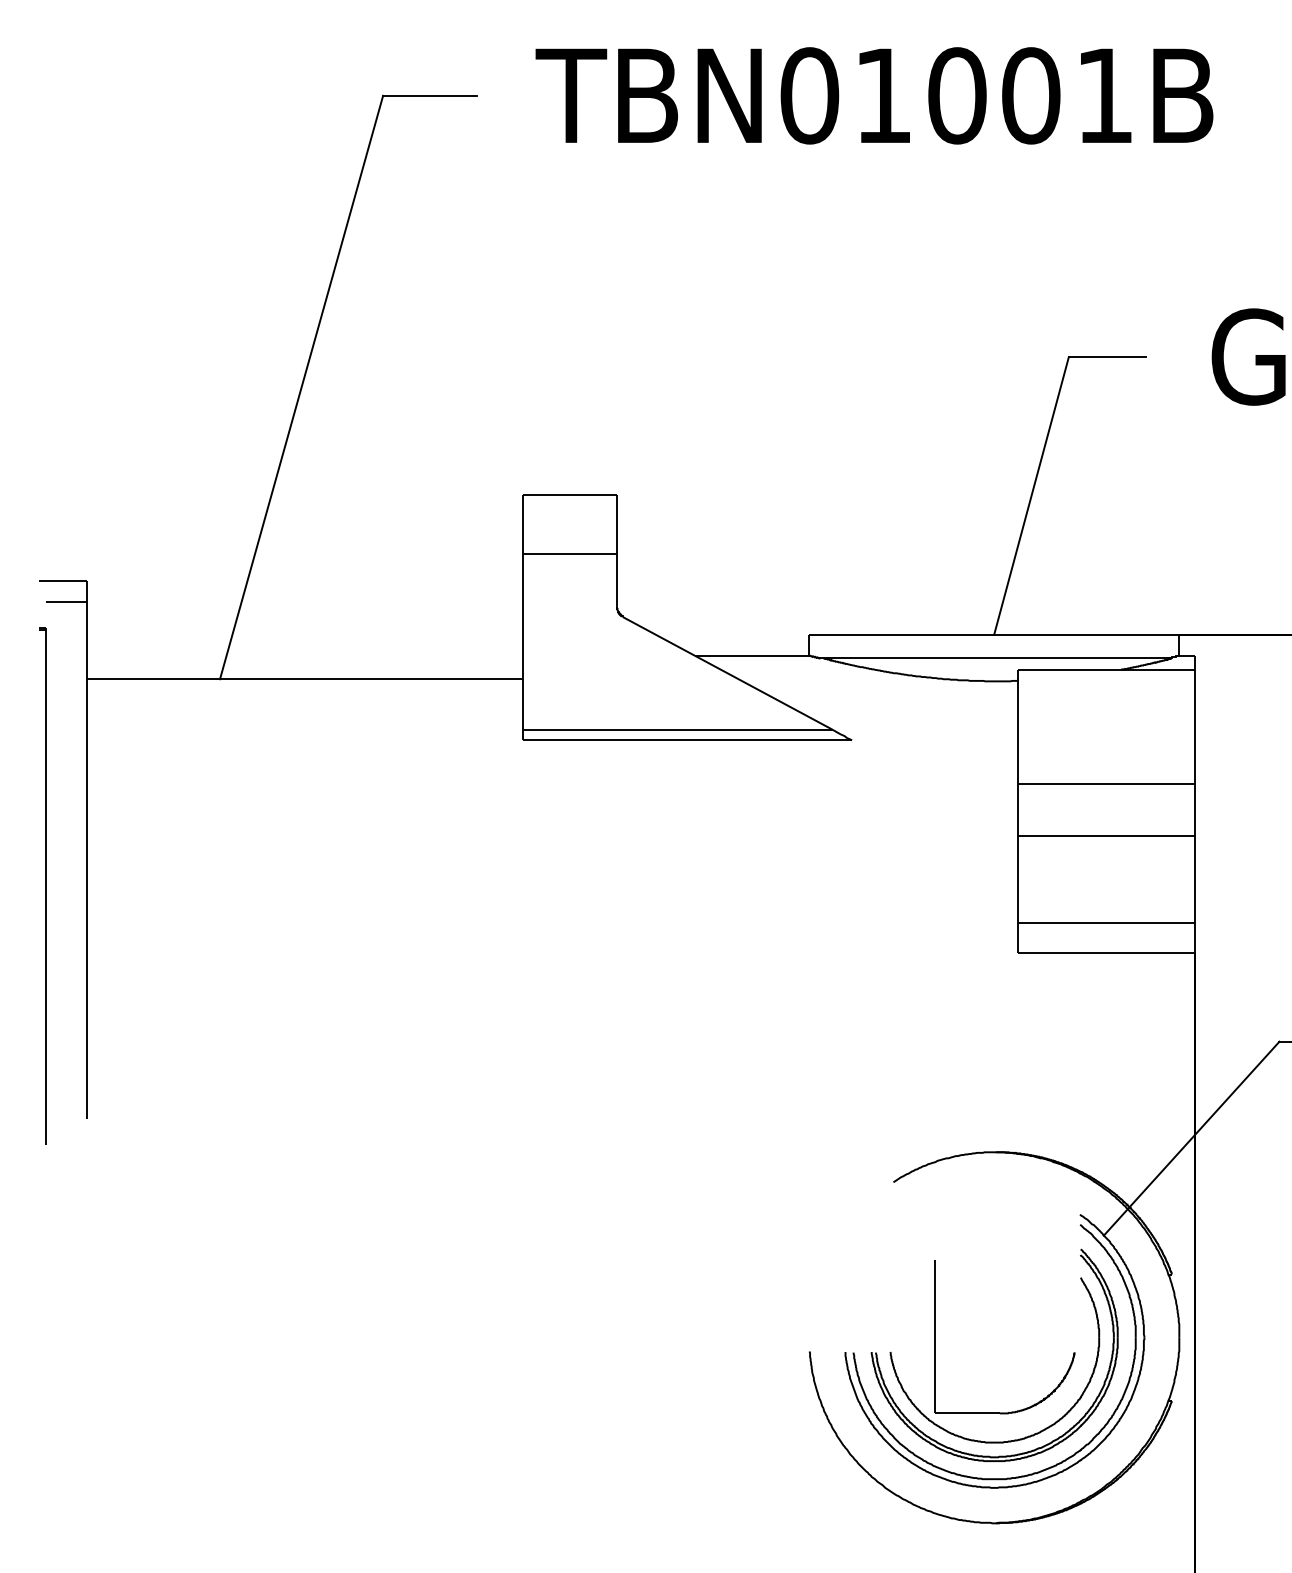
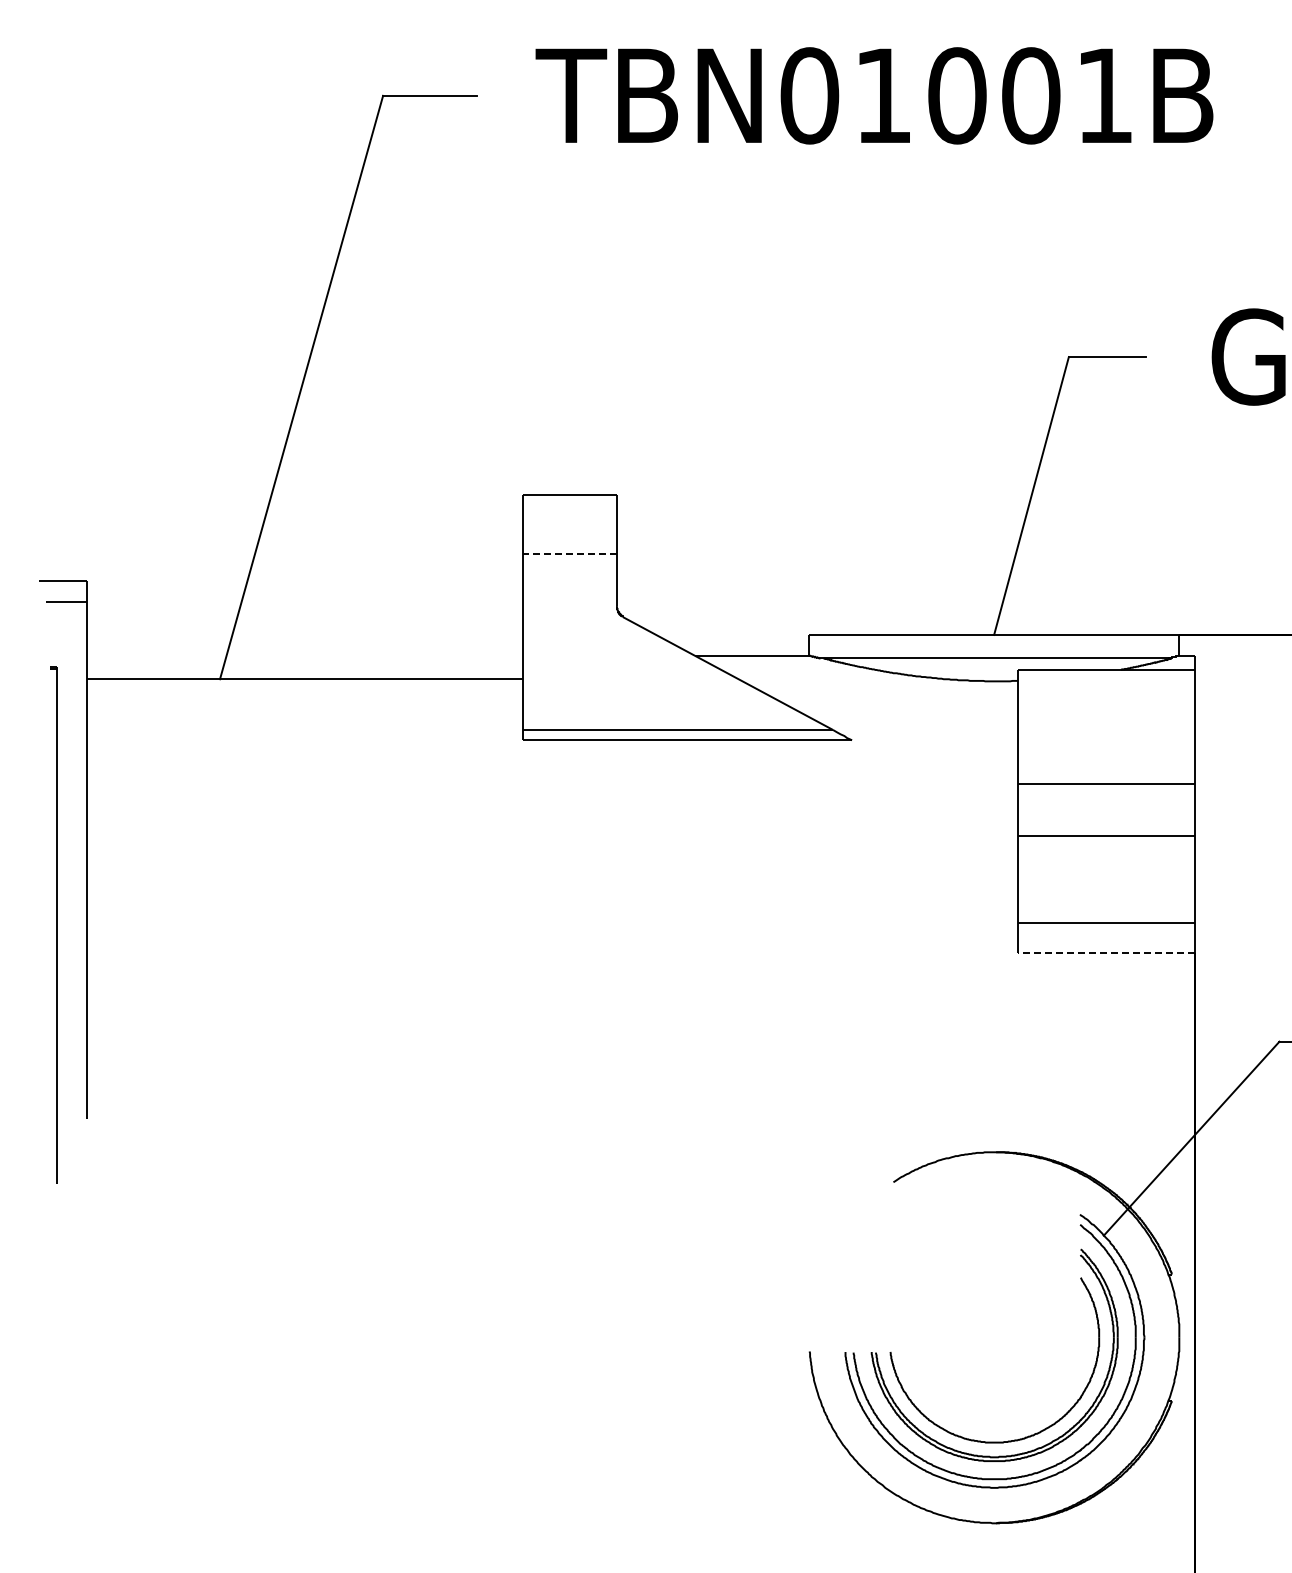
line at (569, 554): solid -> dashed
part at (42, 885) position: (42, 885) -> (53, 924)
line at (1106, 952): solid -> dashed
part at (935, 1337): present -> none
